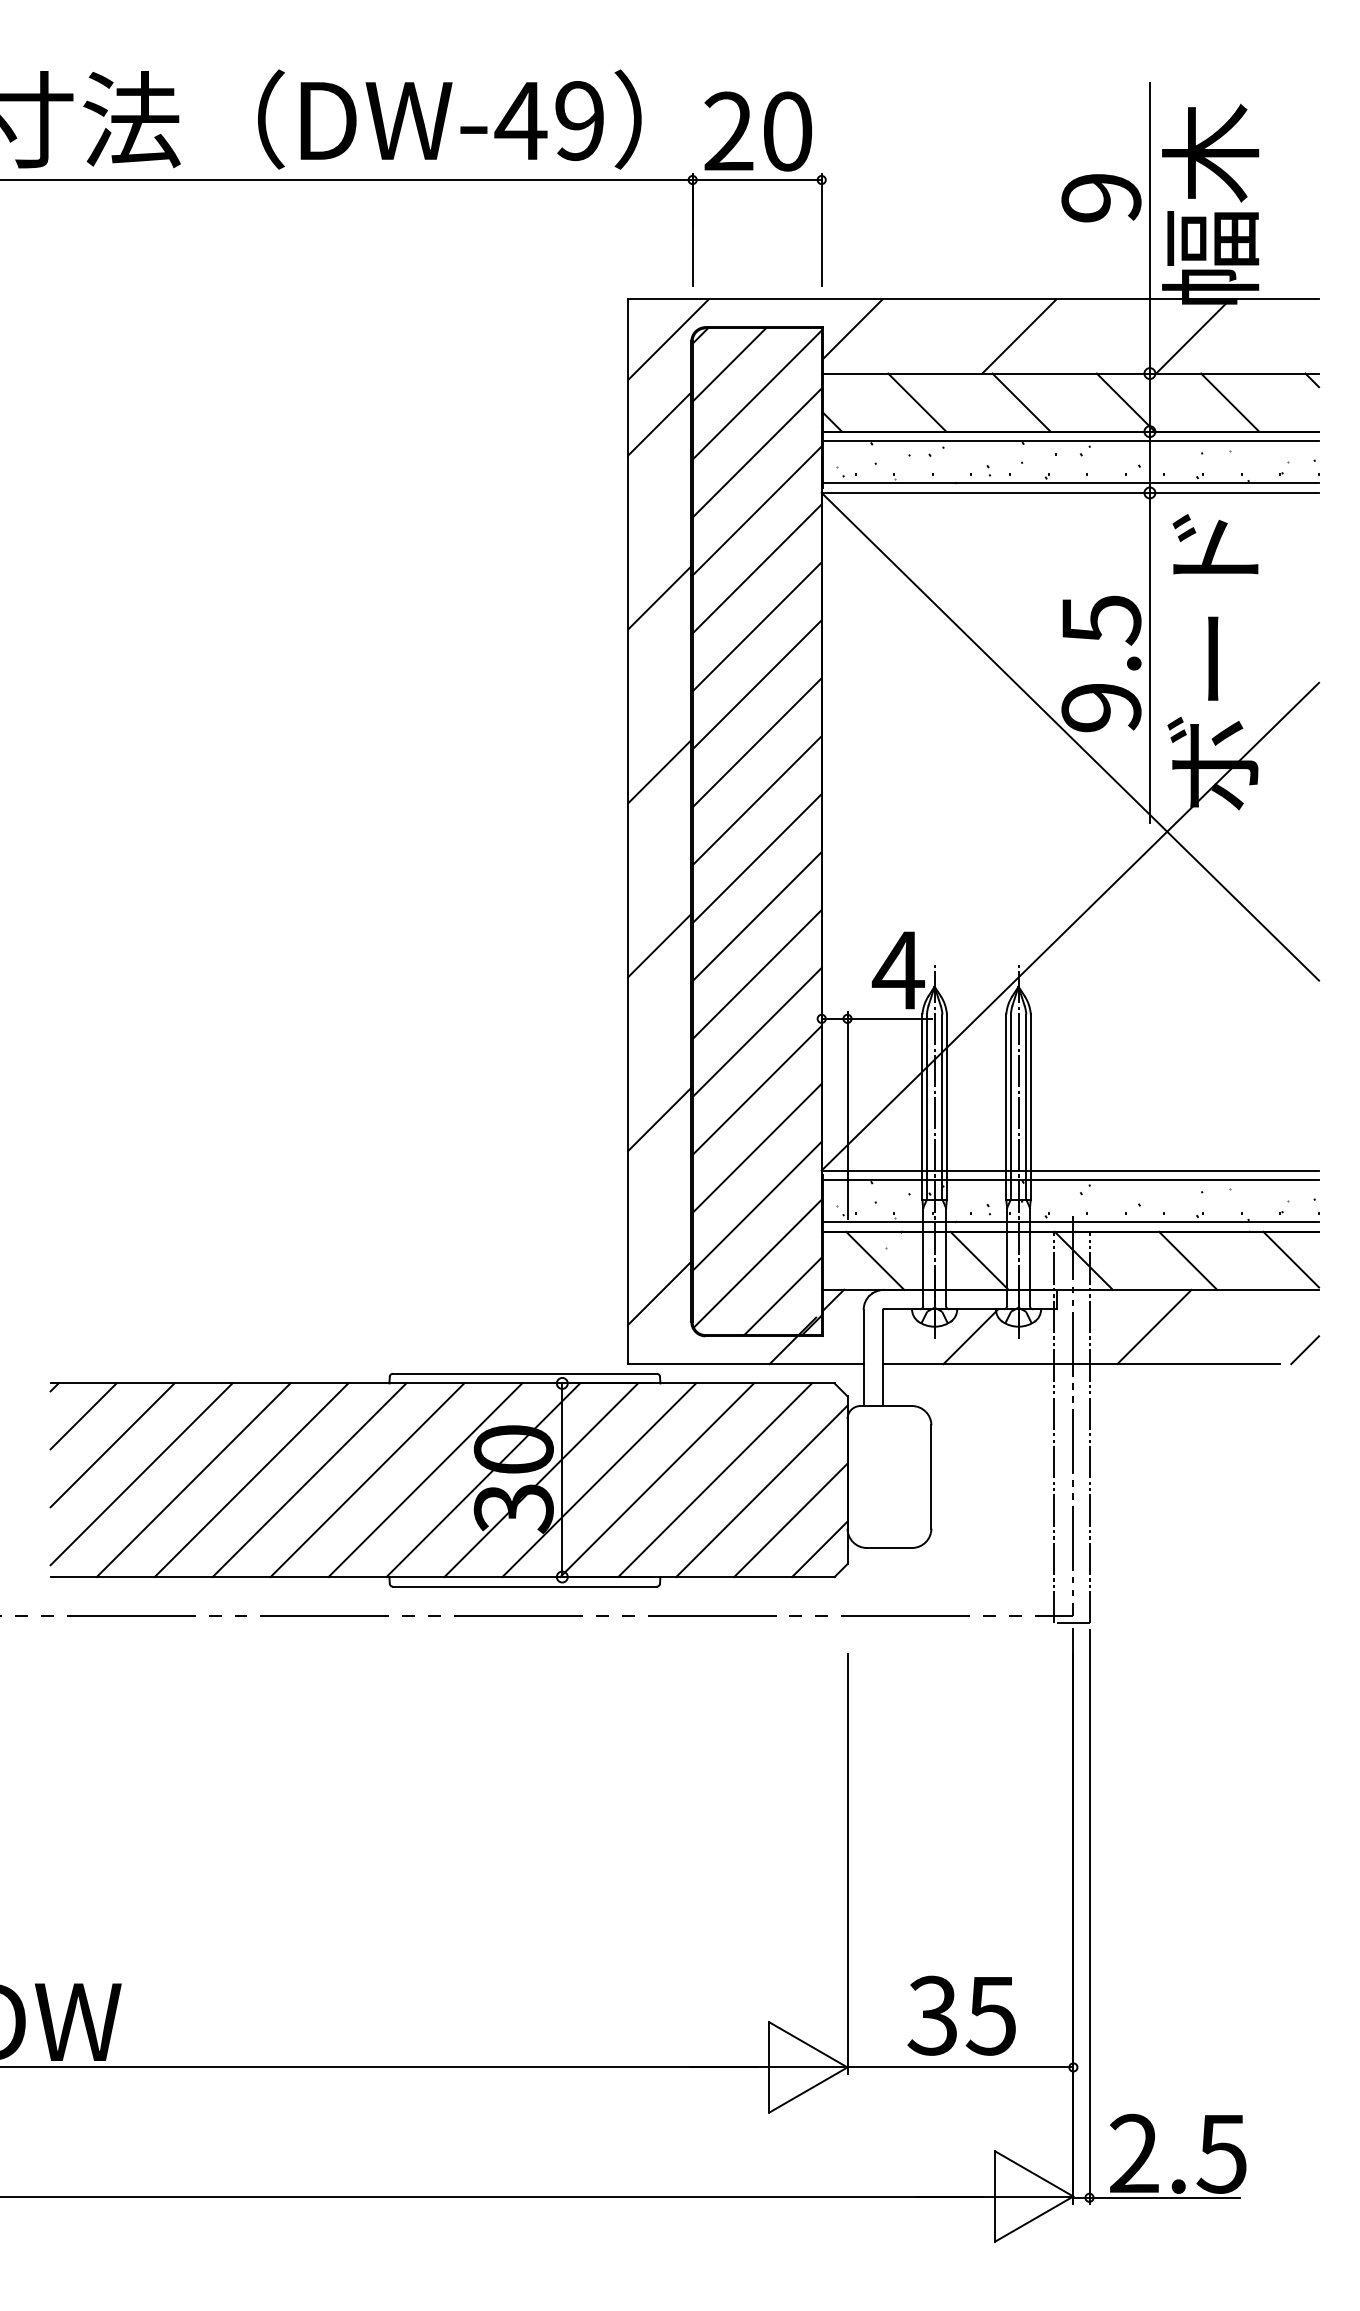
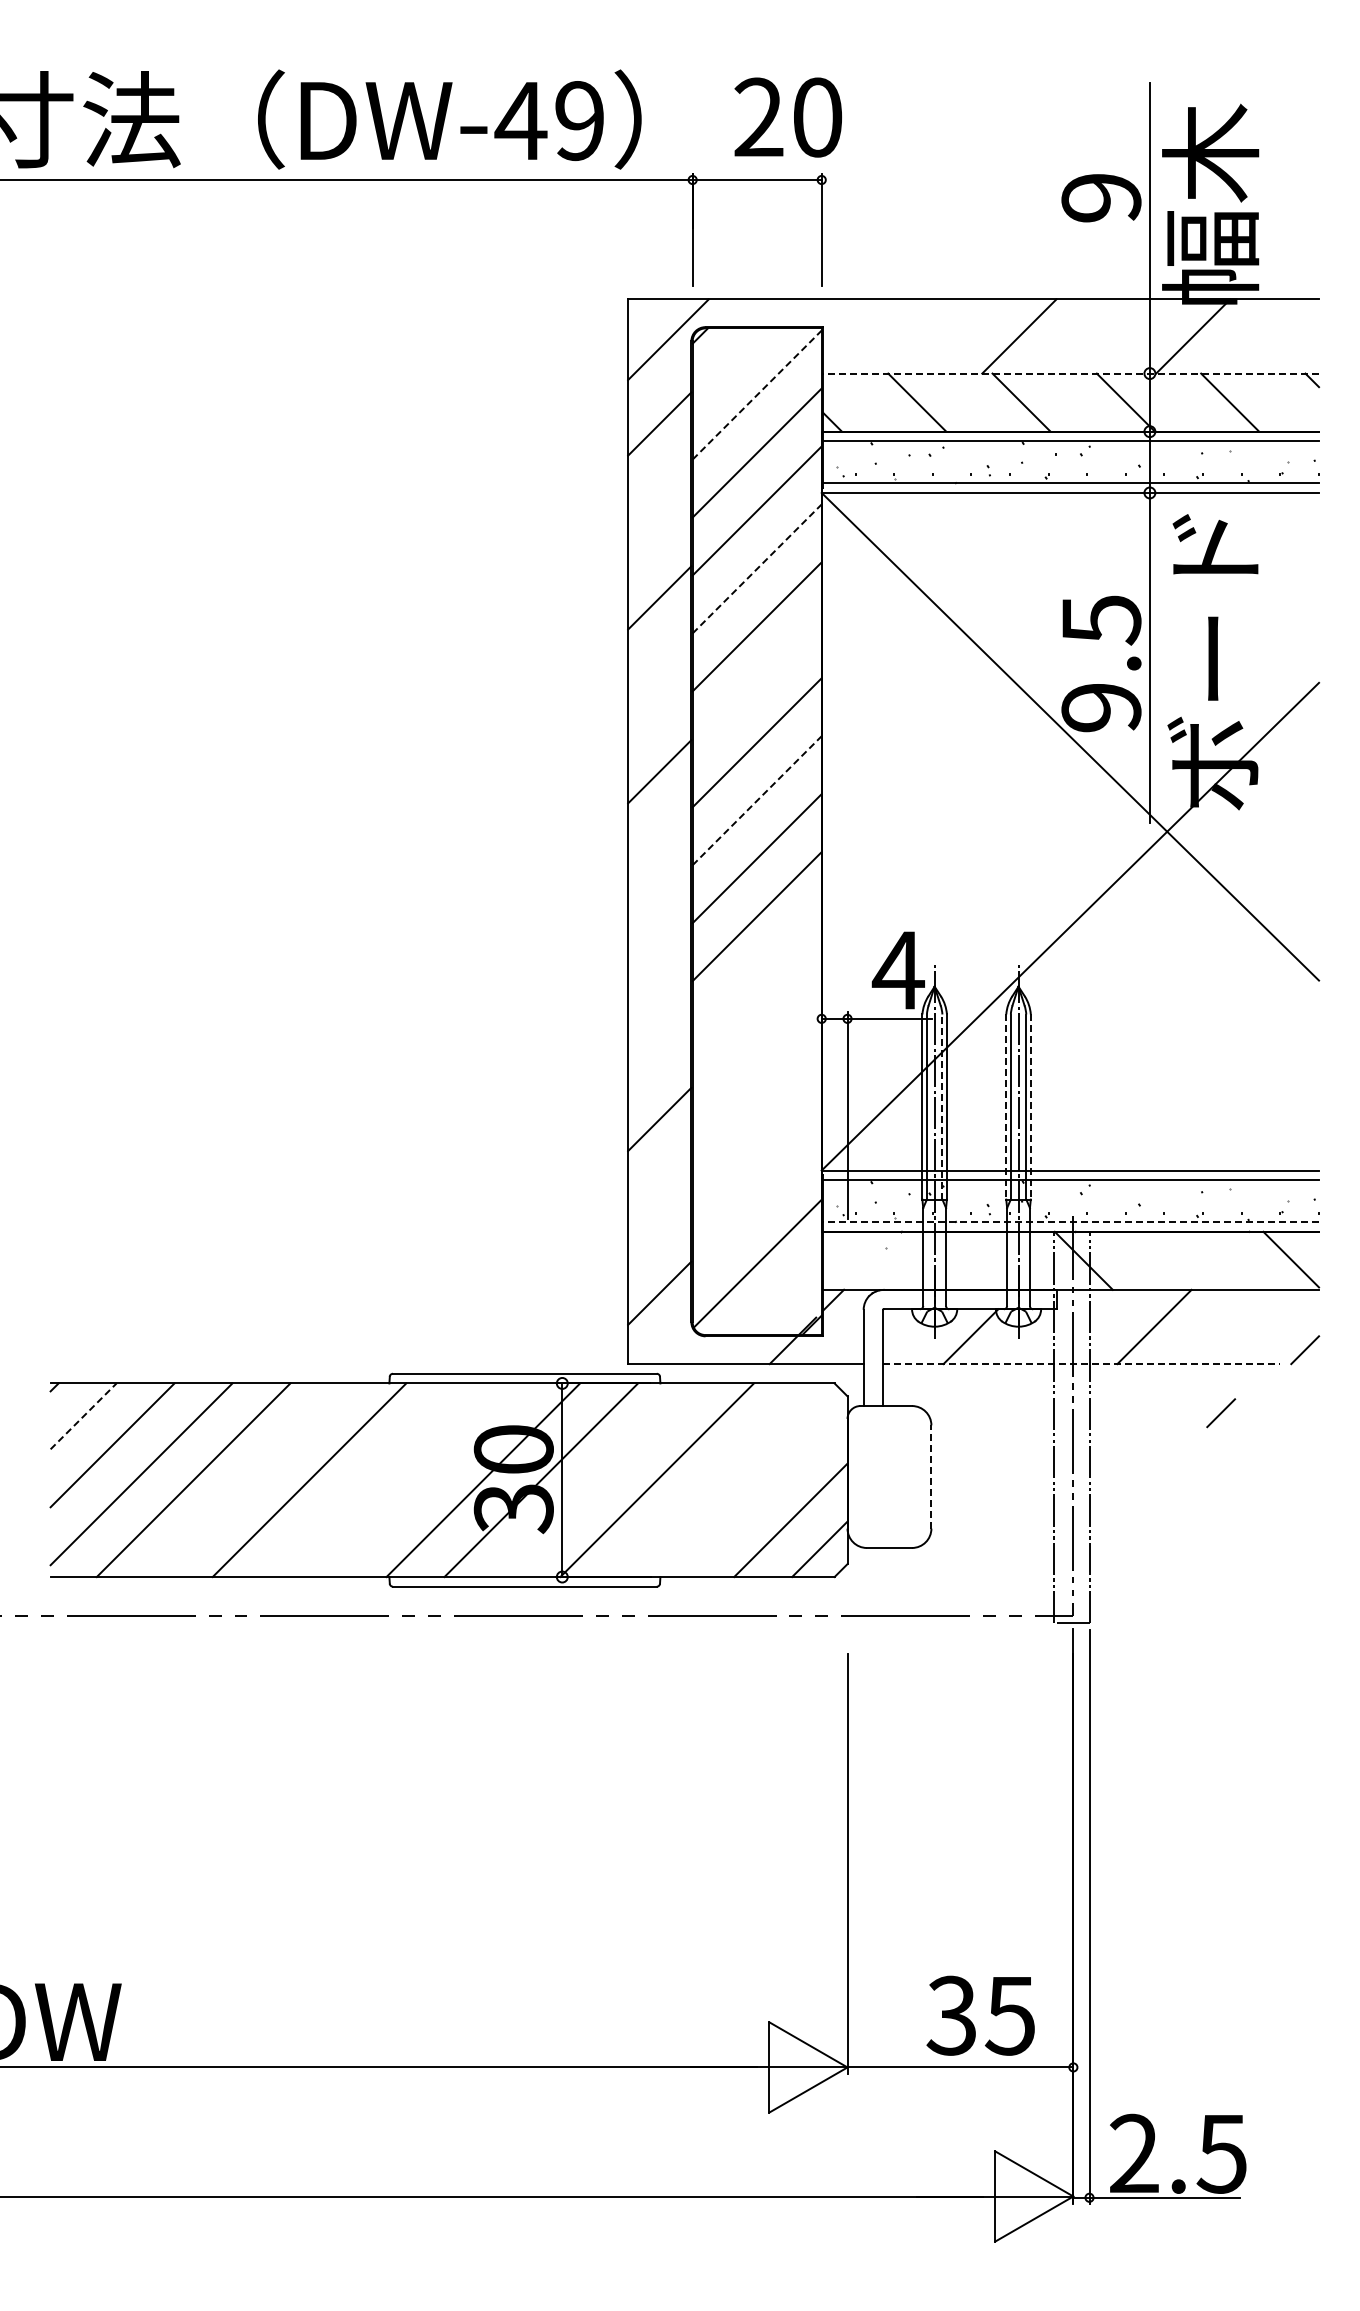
text at (757, 131) position: (757, 131) -> (787, 117)
line at (852, 328): present -> none
line at (728, 364): present -> none
line at (1070, 373): solid -> dashed
line at (757, 394): solid -> dashed
line at (757, 568): solid -> dashed
line at (756, 684): present -> none
line at (757, 800): solid -> dashed
line at (659, 945): present -> none
line at (756, 974): present -> none
line at (756, 1032): present -> none
line at (756, 1089): present -> none
line at (942, 1106): solid -> dashed
line at (1006, 1107): solid -> dashed
line at (1030, 1107): solid -> dashed
line at (756, 1147): present -> none
line at (756, 1205): present -> none
line at (1070, 1222): solid -> dashed
line at (875, 1260): present -> none
line at (979, 1260): present -> none
line at (1188, 1260): present -> none
line at (782, 1296): present -> none
line at (1081, 1364): solid -> dashed
line at (1221, 1413): none -> present
line at (83, 1416): solid -> dashed
line at (931, 1477): solid -> dashed
line at (251, 1480): present -> none
line at (367, 1480): present -> none
line at (425, 1480): present -> none
line at (599, 1480): present -> none
line at (714, 1480): present -> none
line at (761, 1491): present -> none
text at (961, 2015) position: (961, 2015) -> (980, 2015)
